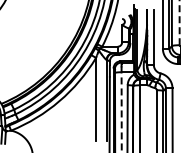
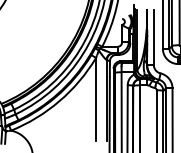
line at (179, 22): dashed -> solid
line at (121, 109): dashed -> solid
